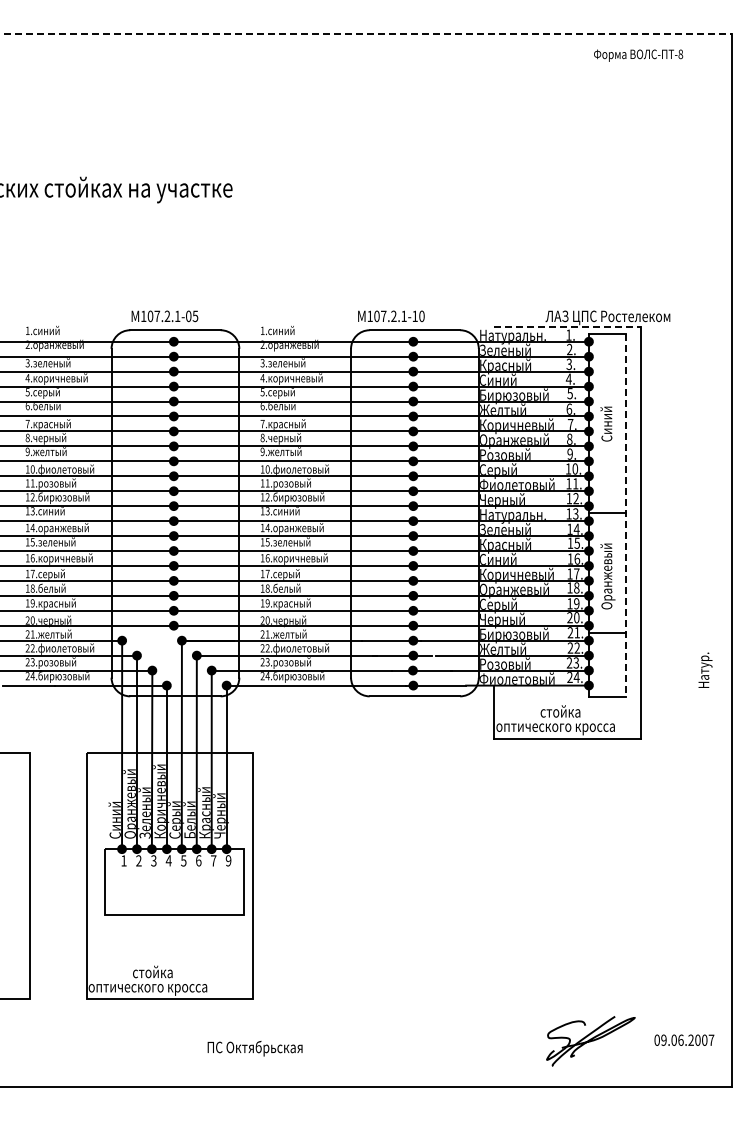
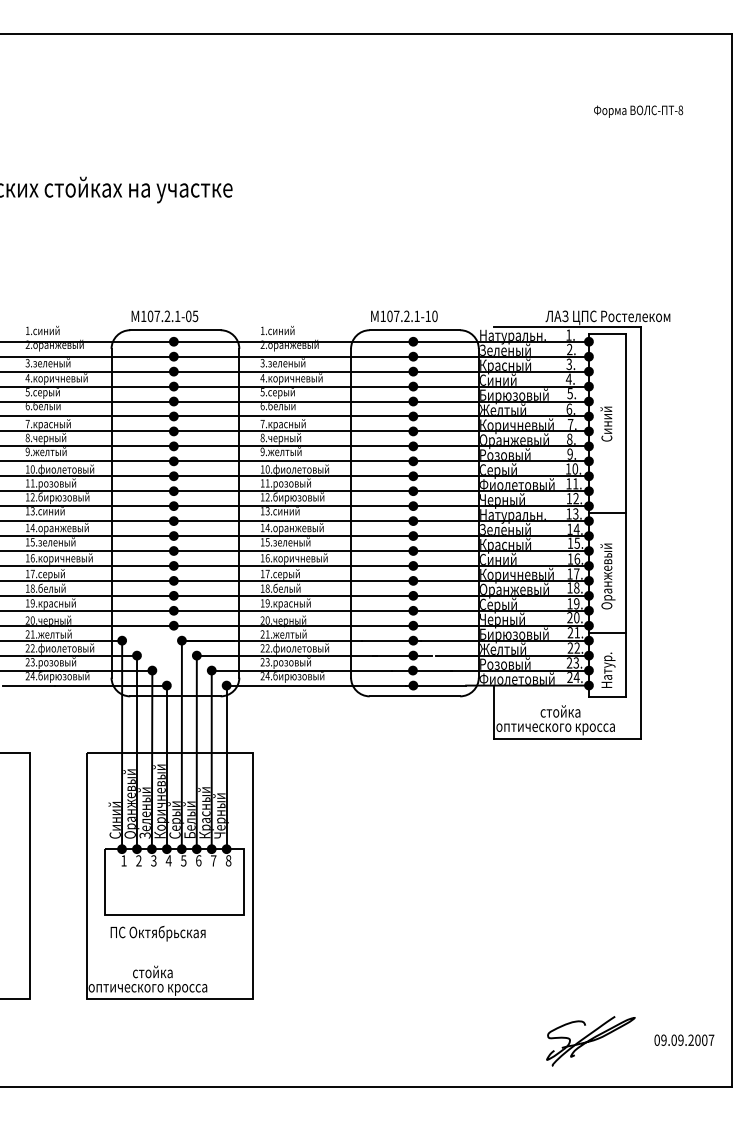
line at (366, 33): dashed -> solid
text at (638, 55) position: (638, 55) -> (638, 111)
text at (391, 315) position: (391, 315) -> (404, 315)
line at (568, 326): dashed -> solid
line at (626, 516): dashed -> solid
text at (705, 669) position: (705, 669) -> (608, 669)
text at (228, 860): 9 -> 8
text at (680, 1039): 09.06.2007 -> 09.09.2007
text at (254, 1048) position: (254, 1048) -> (157, 933)
